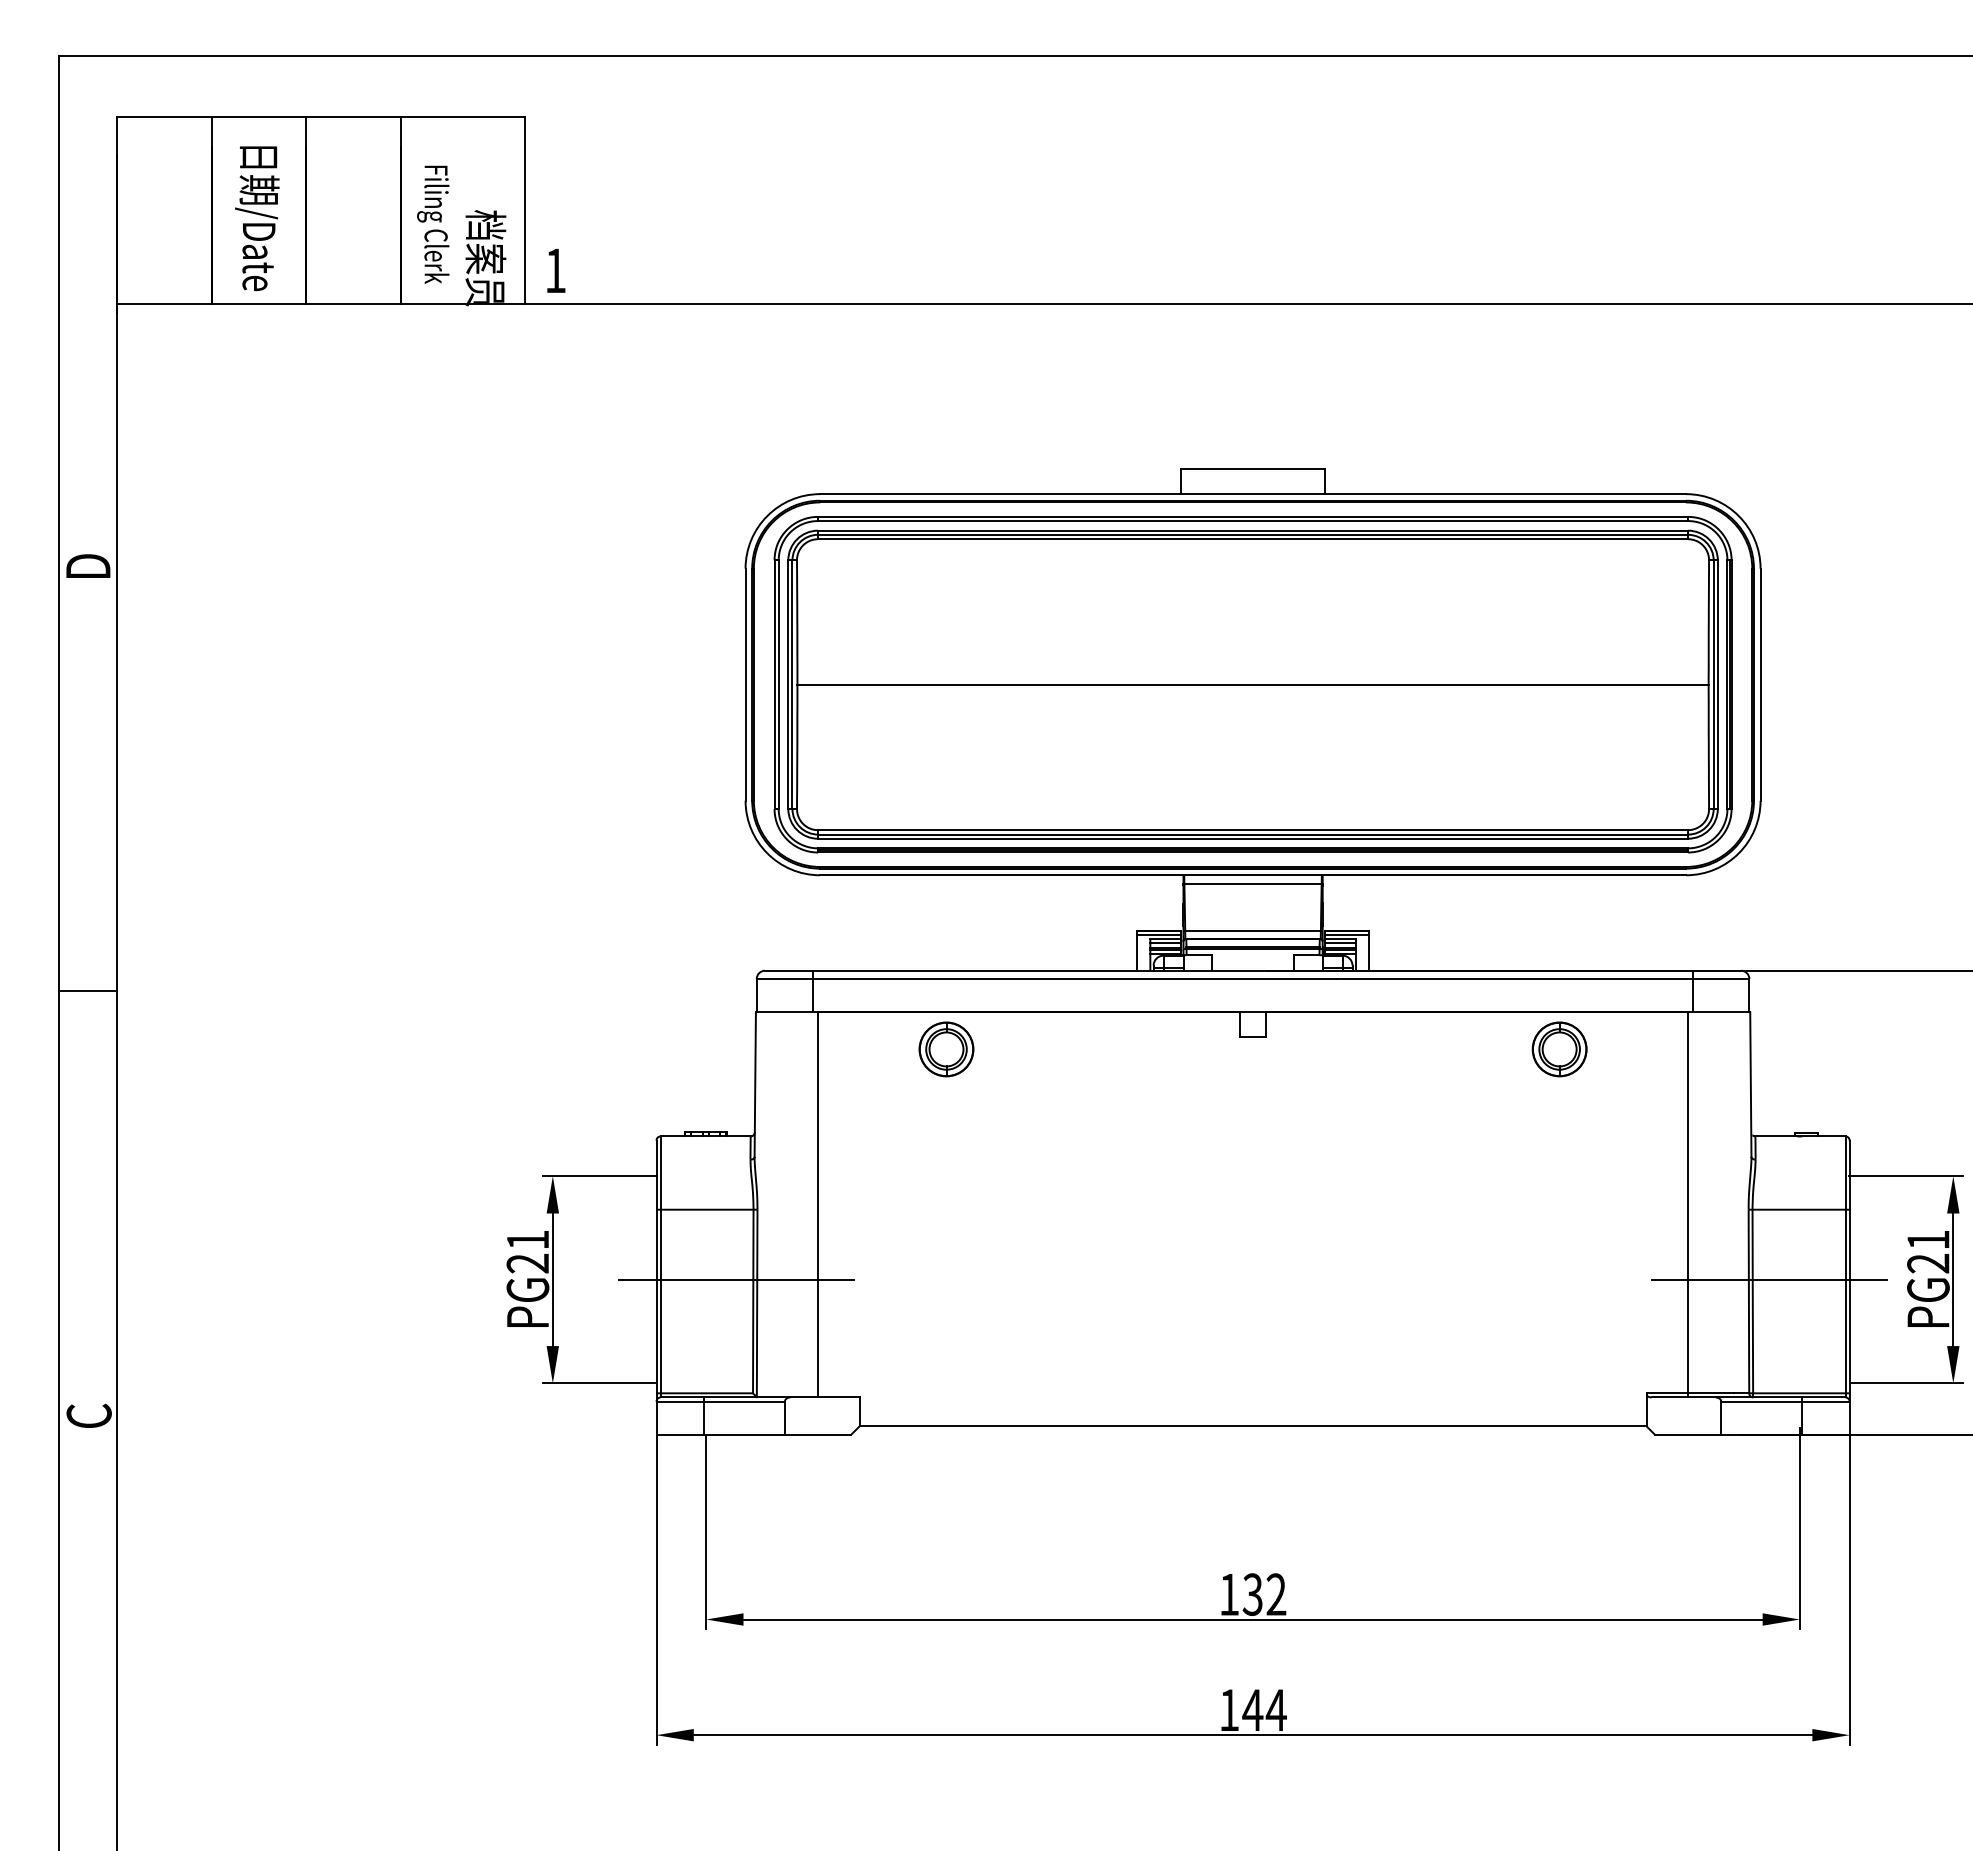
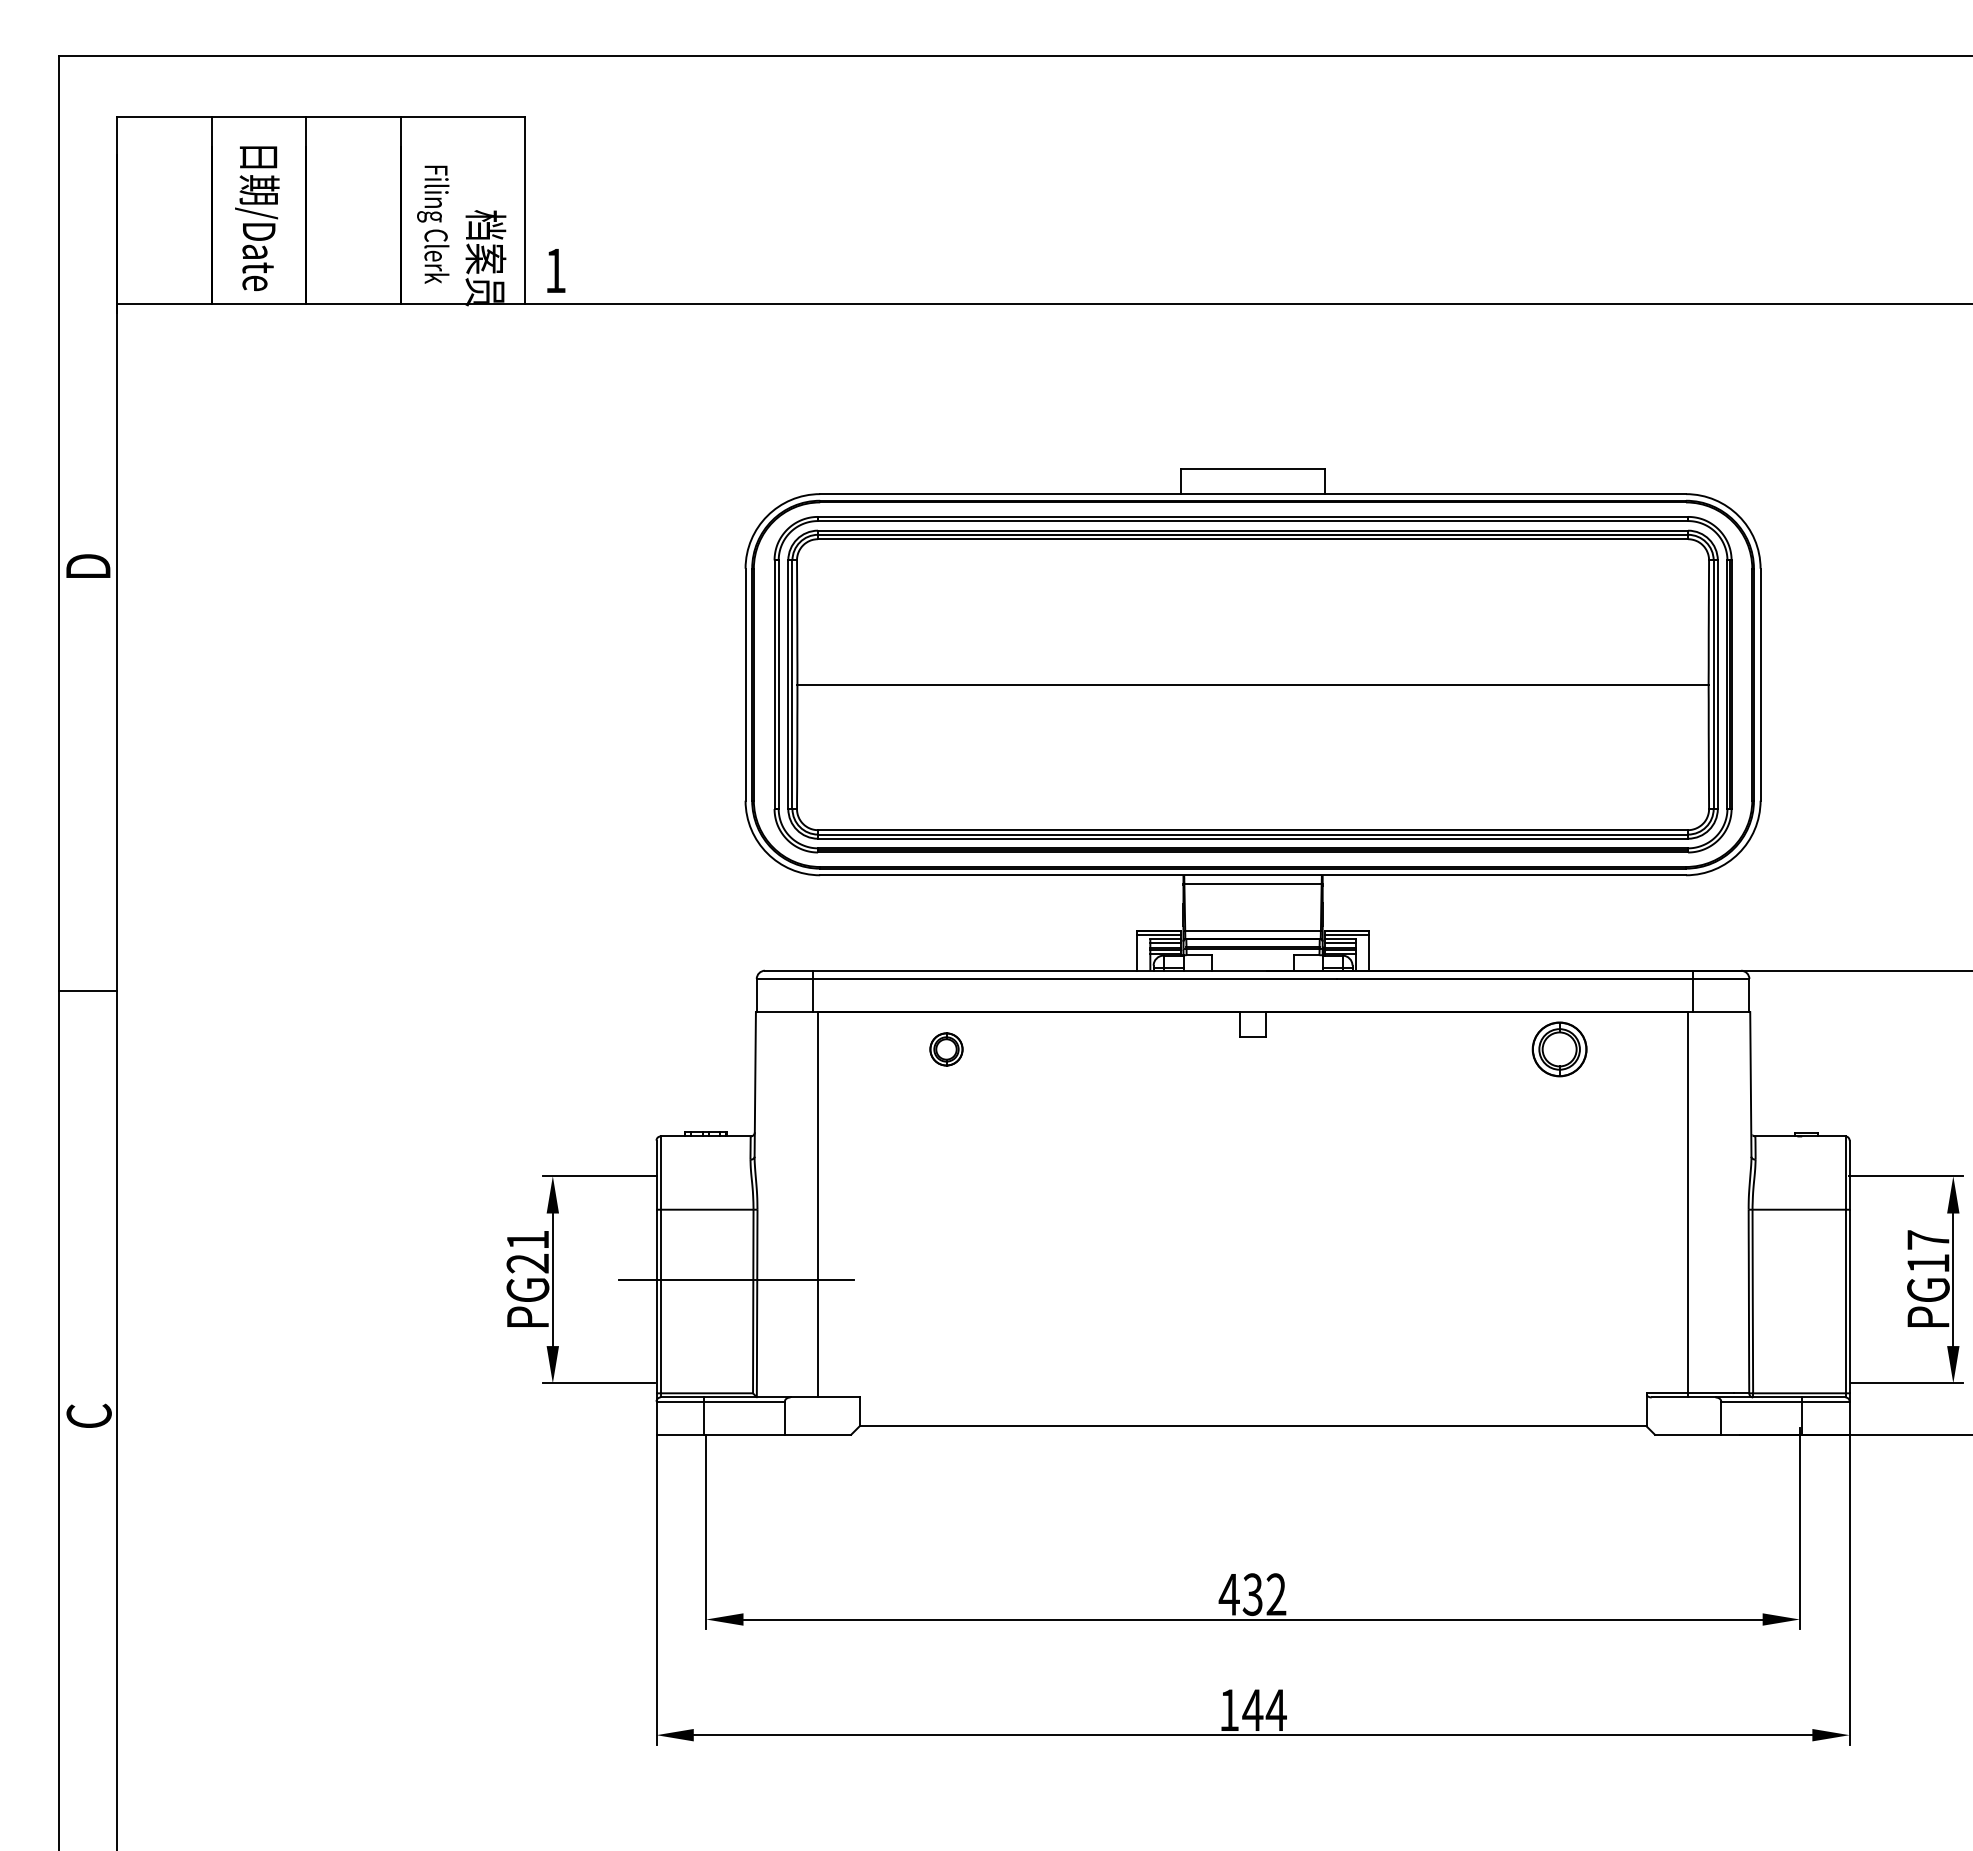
part at (946, 1049) size: 57x57 px -> 35x35 px
text at (1928, 1251): PG21 -> PG17
line at (1769, 1279): present -> none
text at (1228, 1594): 132 -> 432
